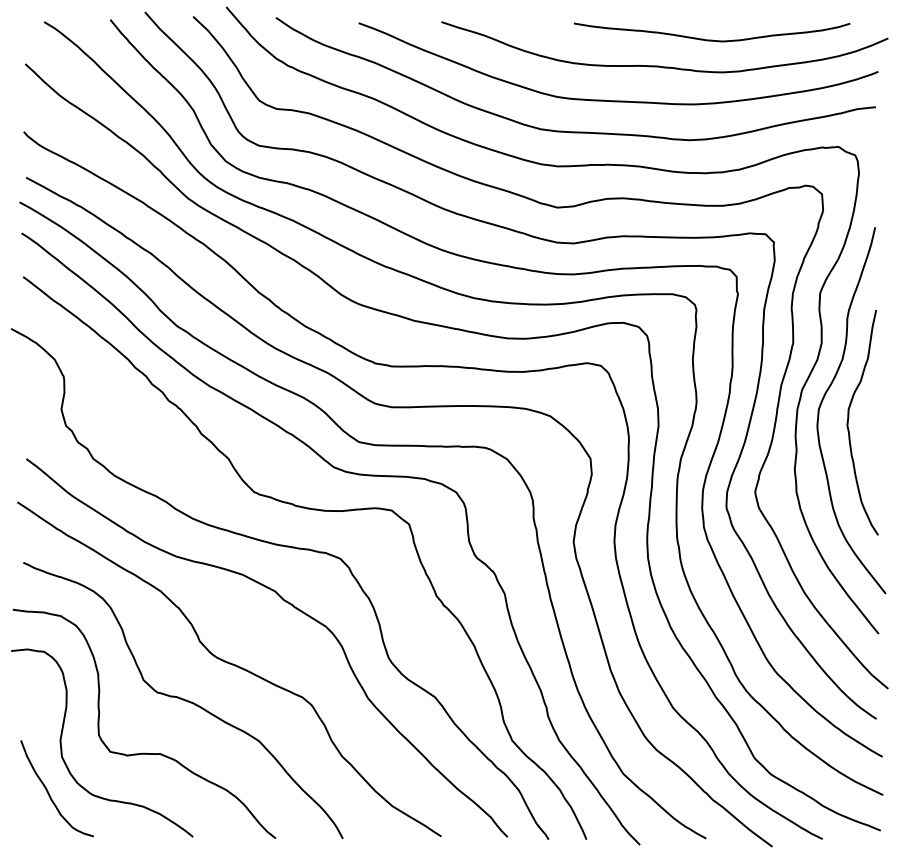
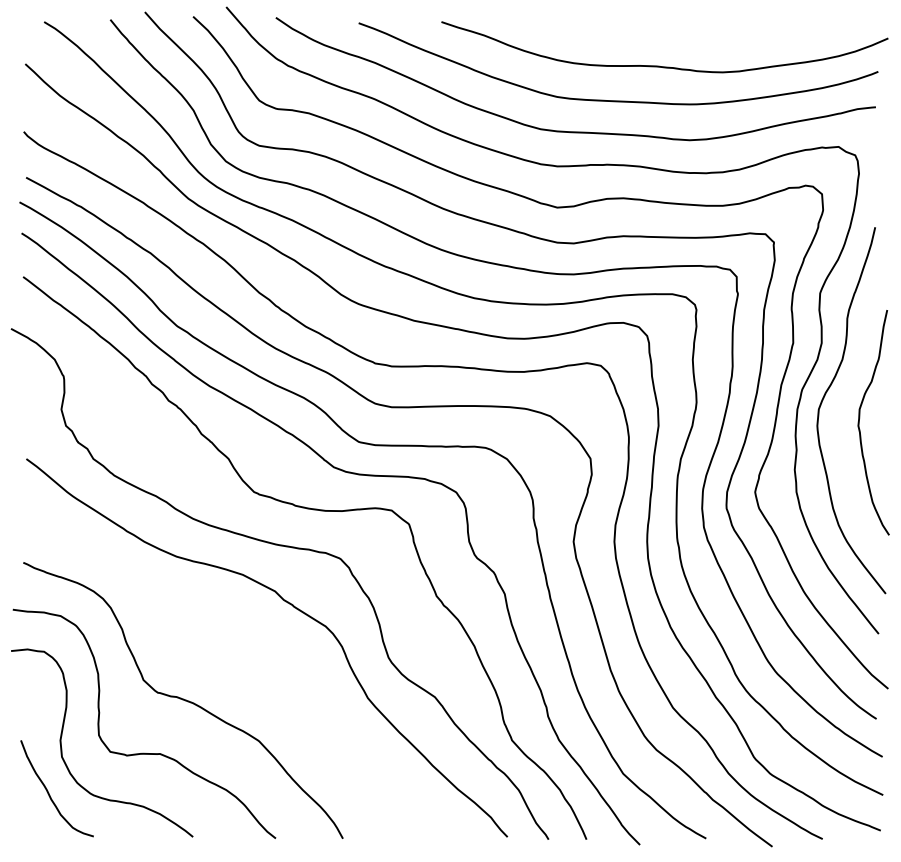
curve at (711, 39): present -> none
curve at (849, 418) position: (849, 418) -> (860, 418)
curve at (229, 664): present -> none
